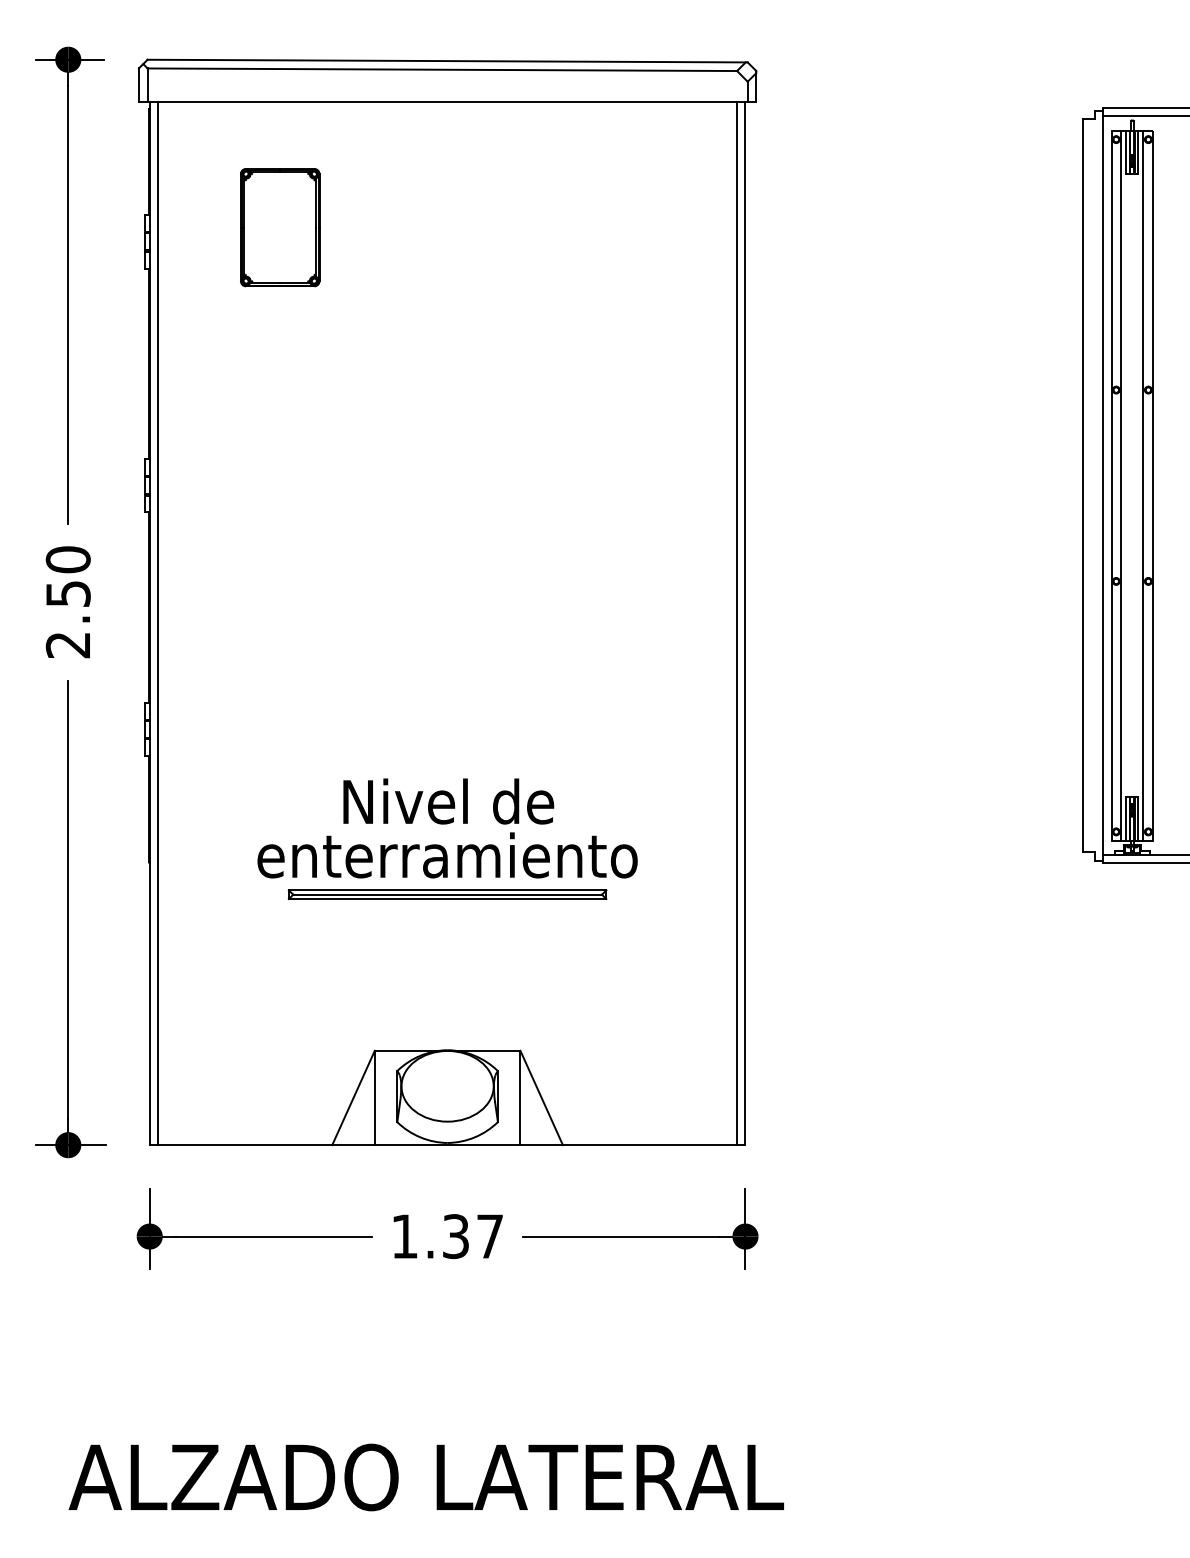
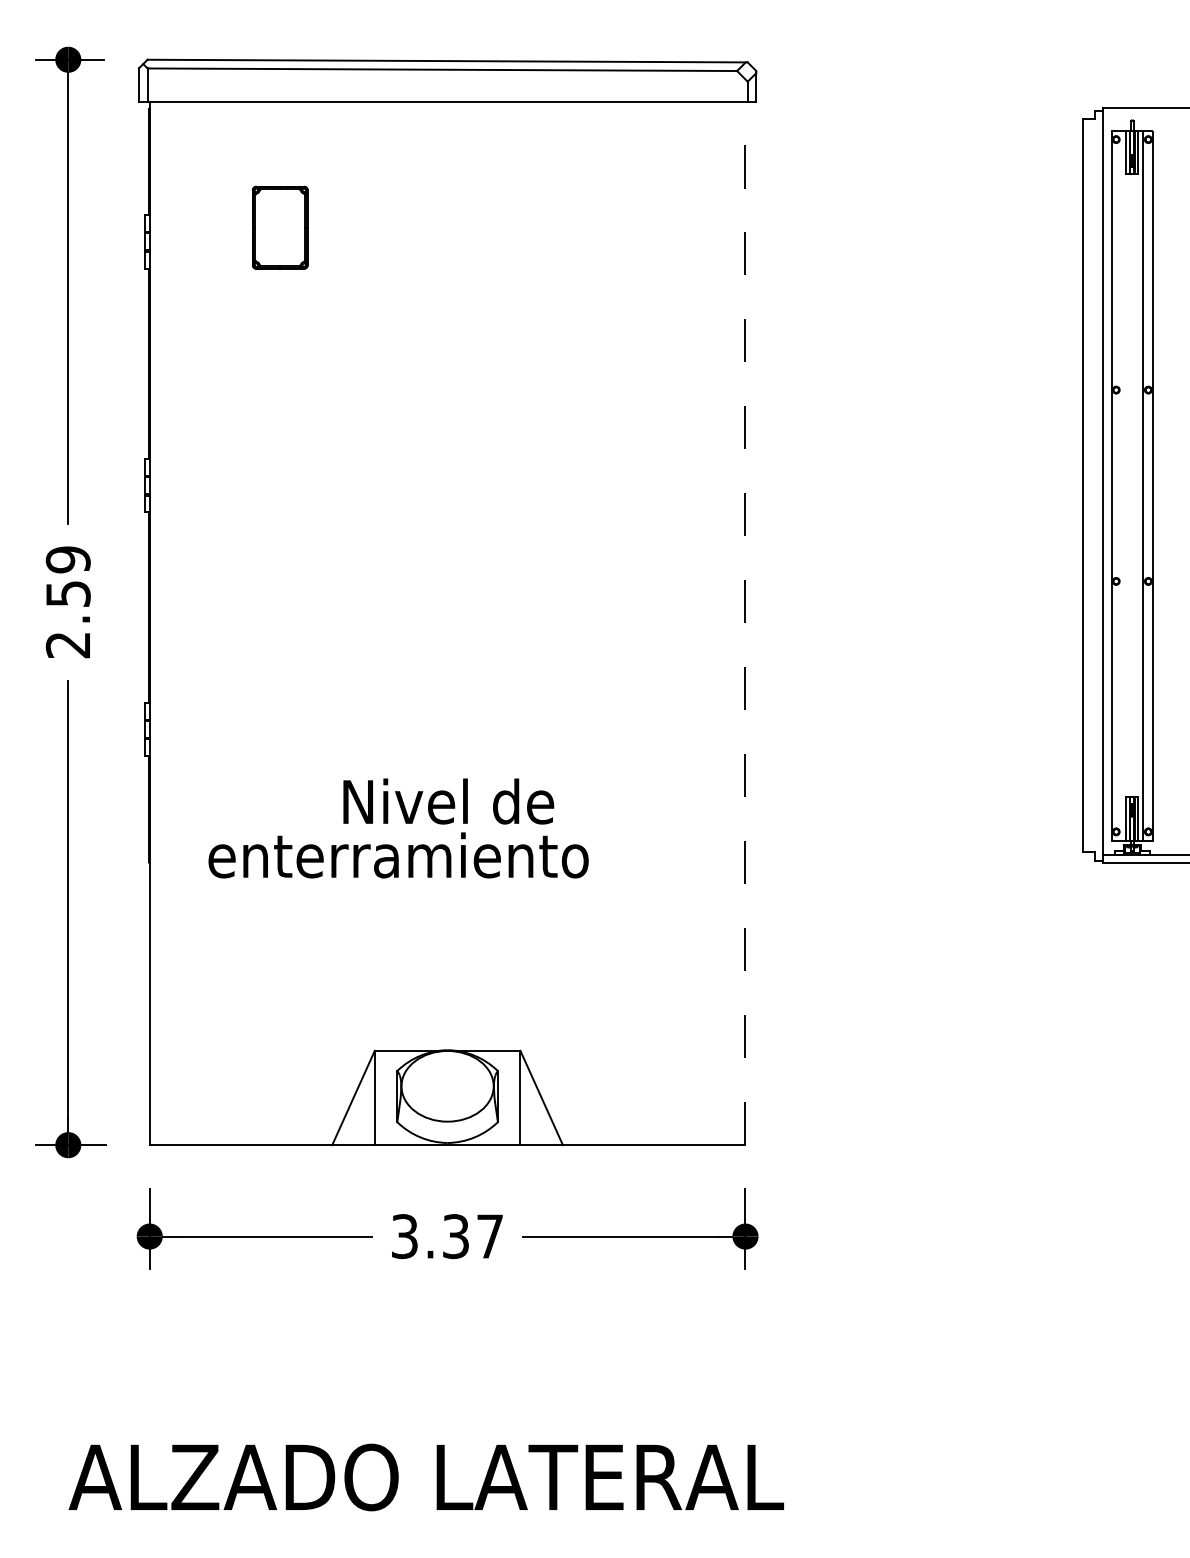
line at (1144, 116): present -> none
part at (280, 227) size: 81x120 px -> 58x85 px
line at (1121, 485): present -> none
text at (68, 559): 2.50 -> 2.59
line at (158, 623): present -> none
line at (736, 623): present -> none
line at (745, 623): solid -> dashed
text at (447, 855) position: (447, 855) -> (398, 855)
part at (447, 894): present -> none
text at (404, 1236): 1.37 -> 3.37
